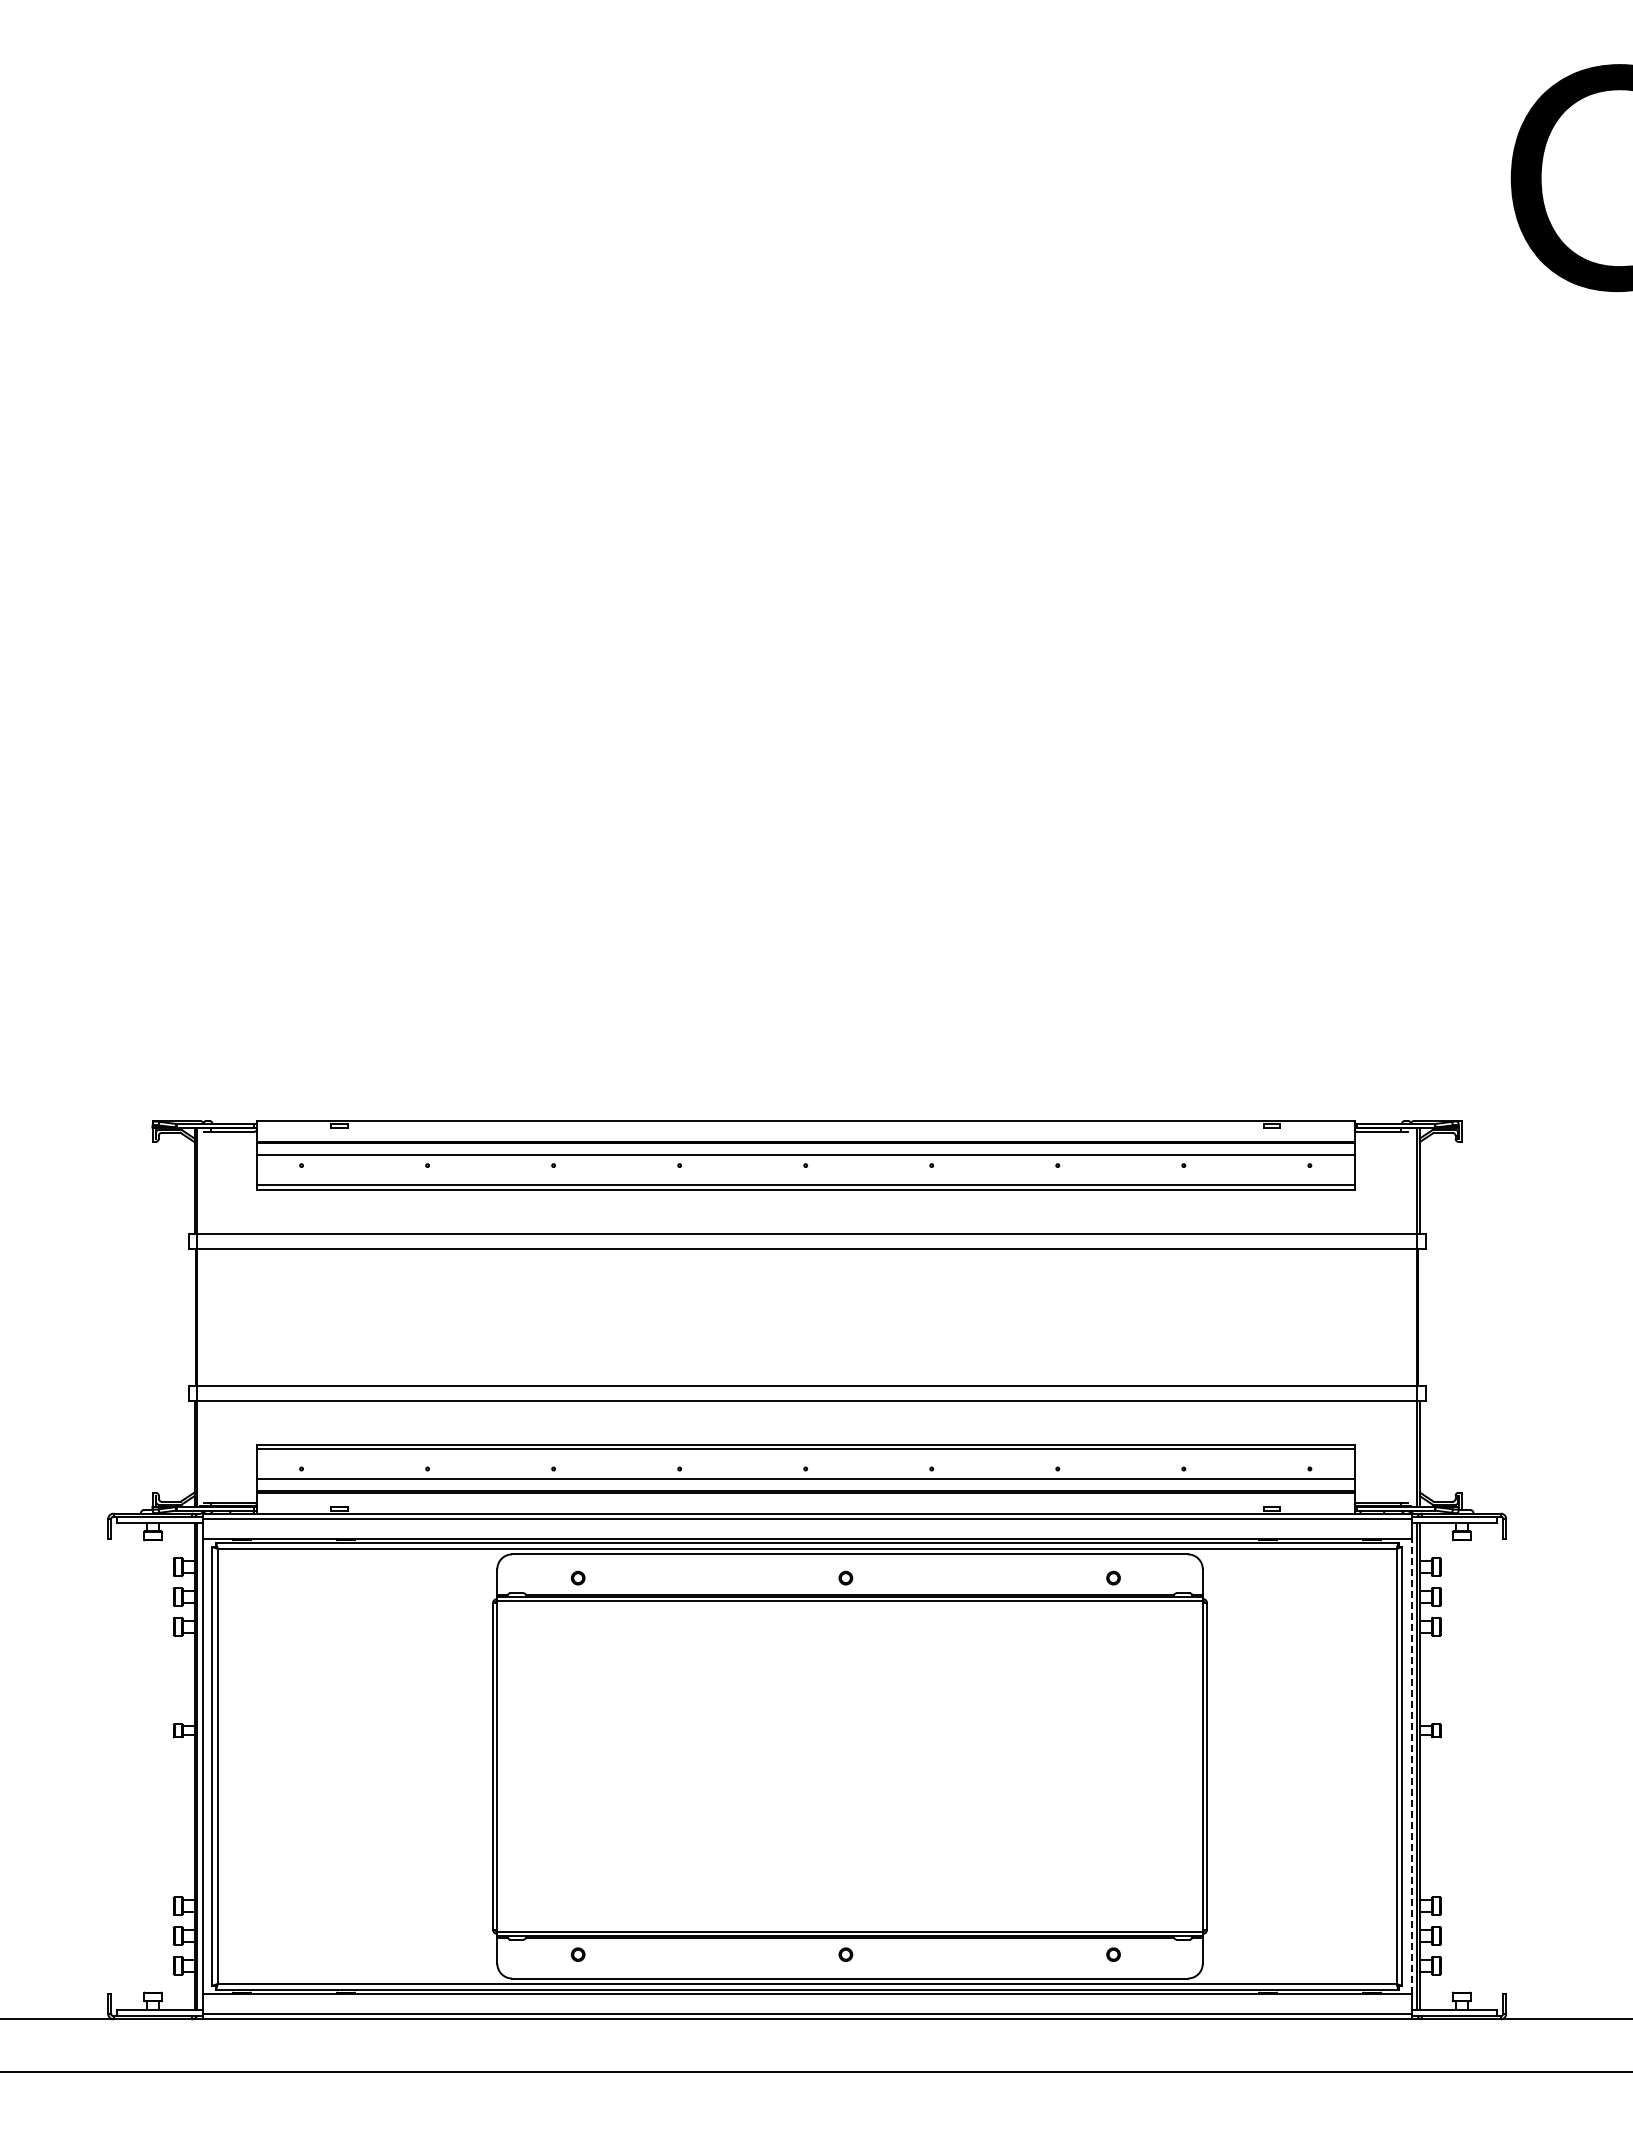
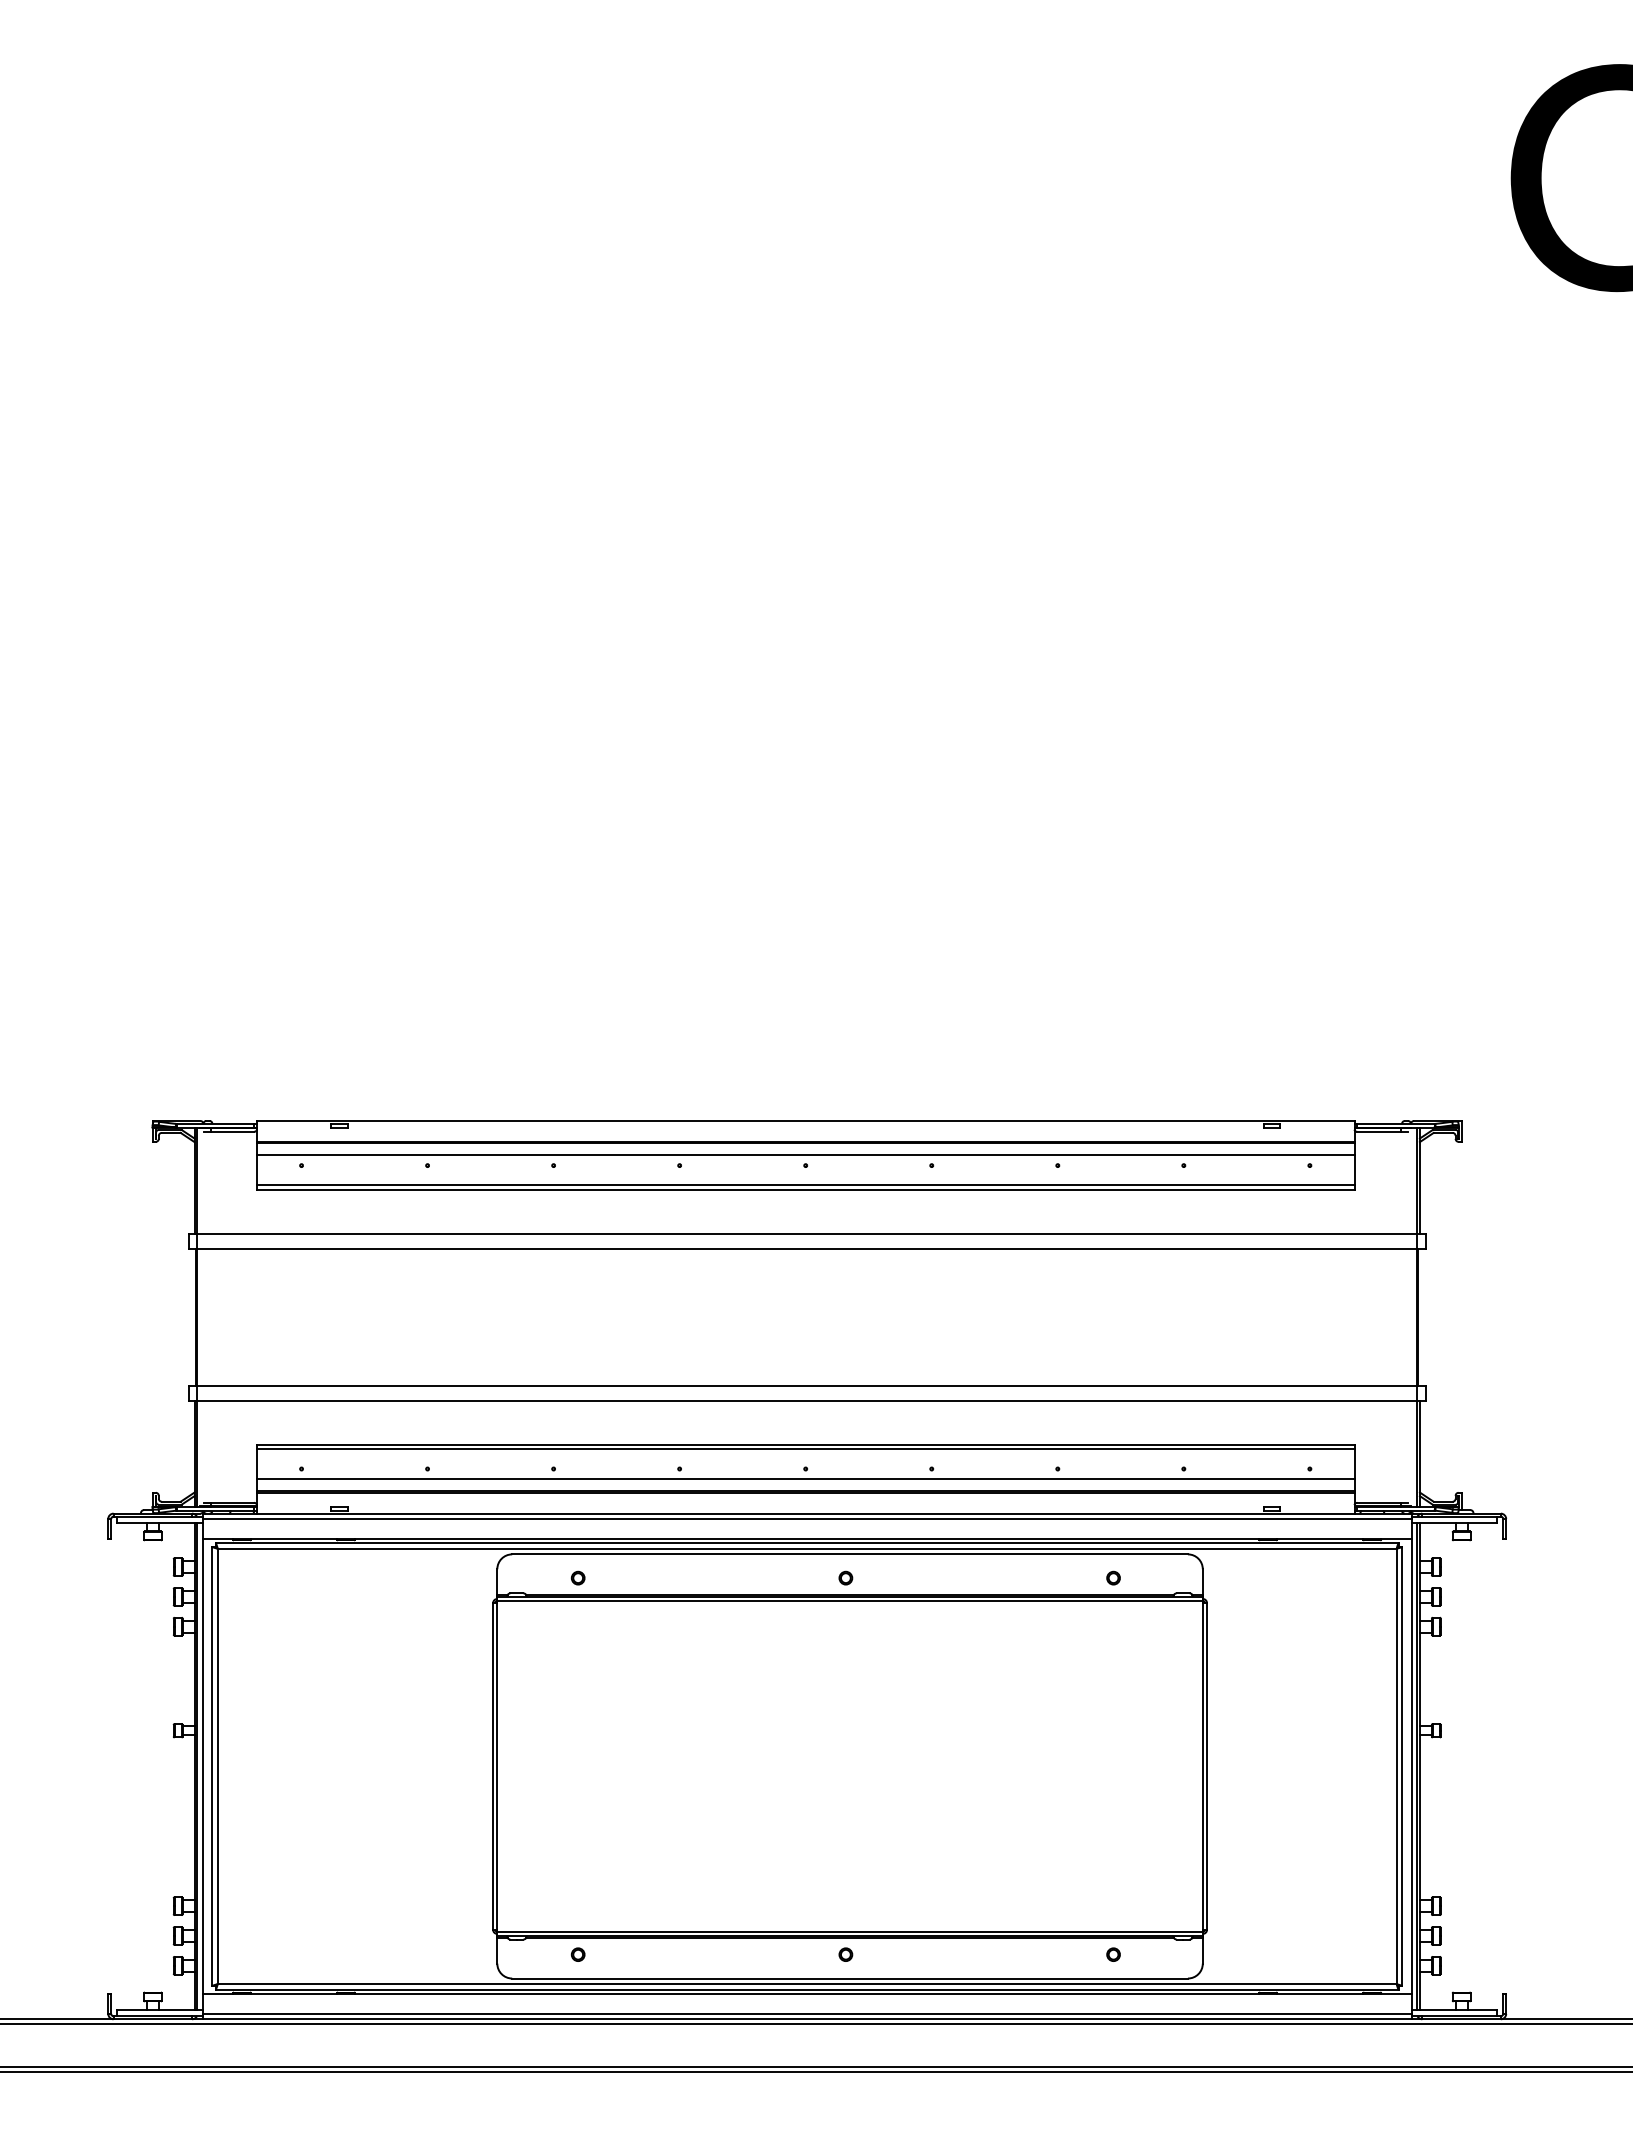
line at (1411, 1766): dashed -> solid
line at (815, 2024): none -> present
line at (815, 2067): none -> present
